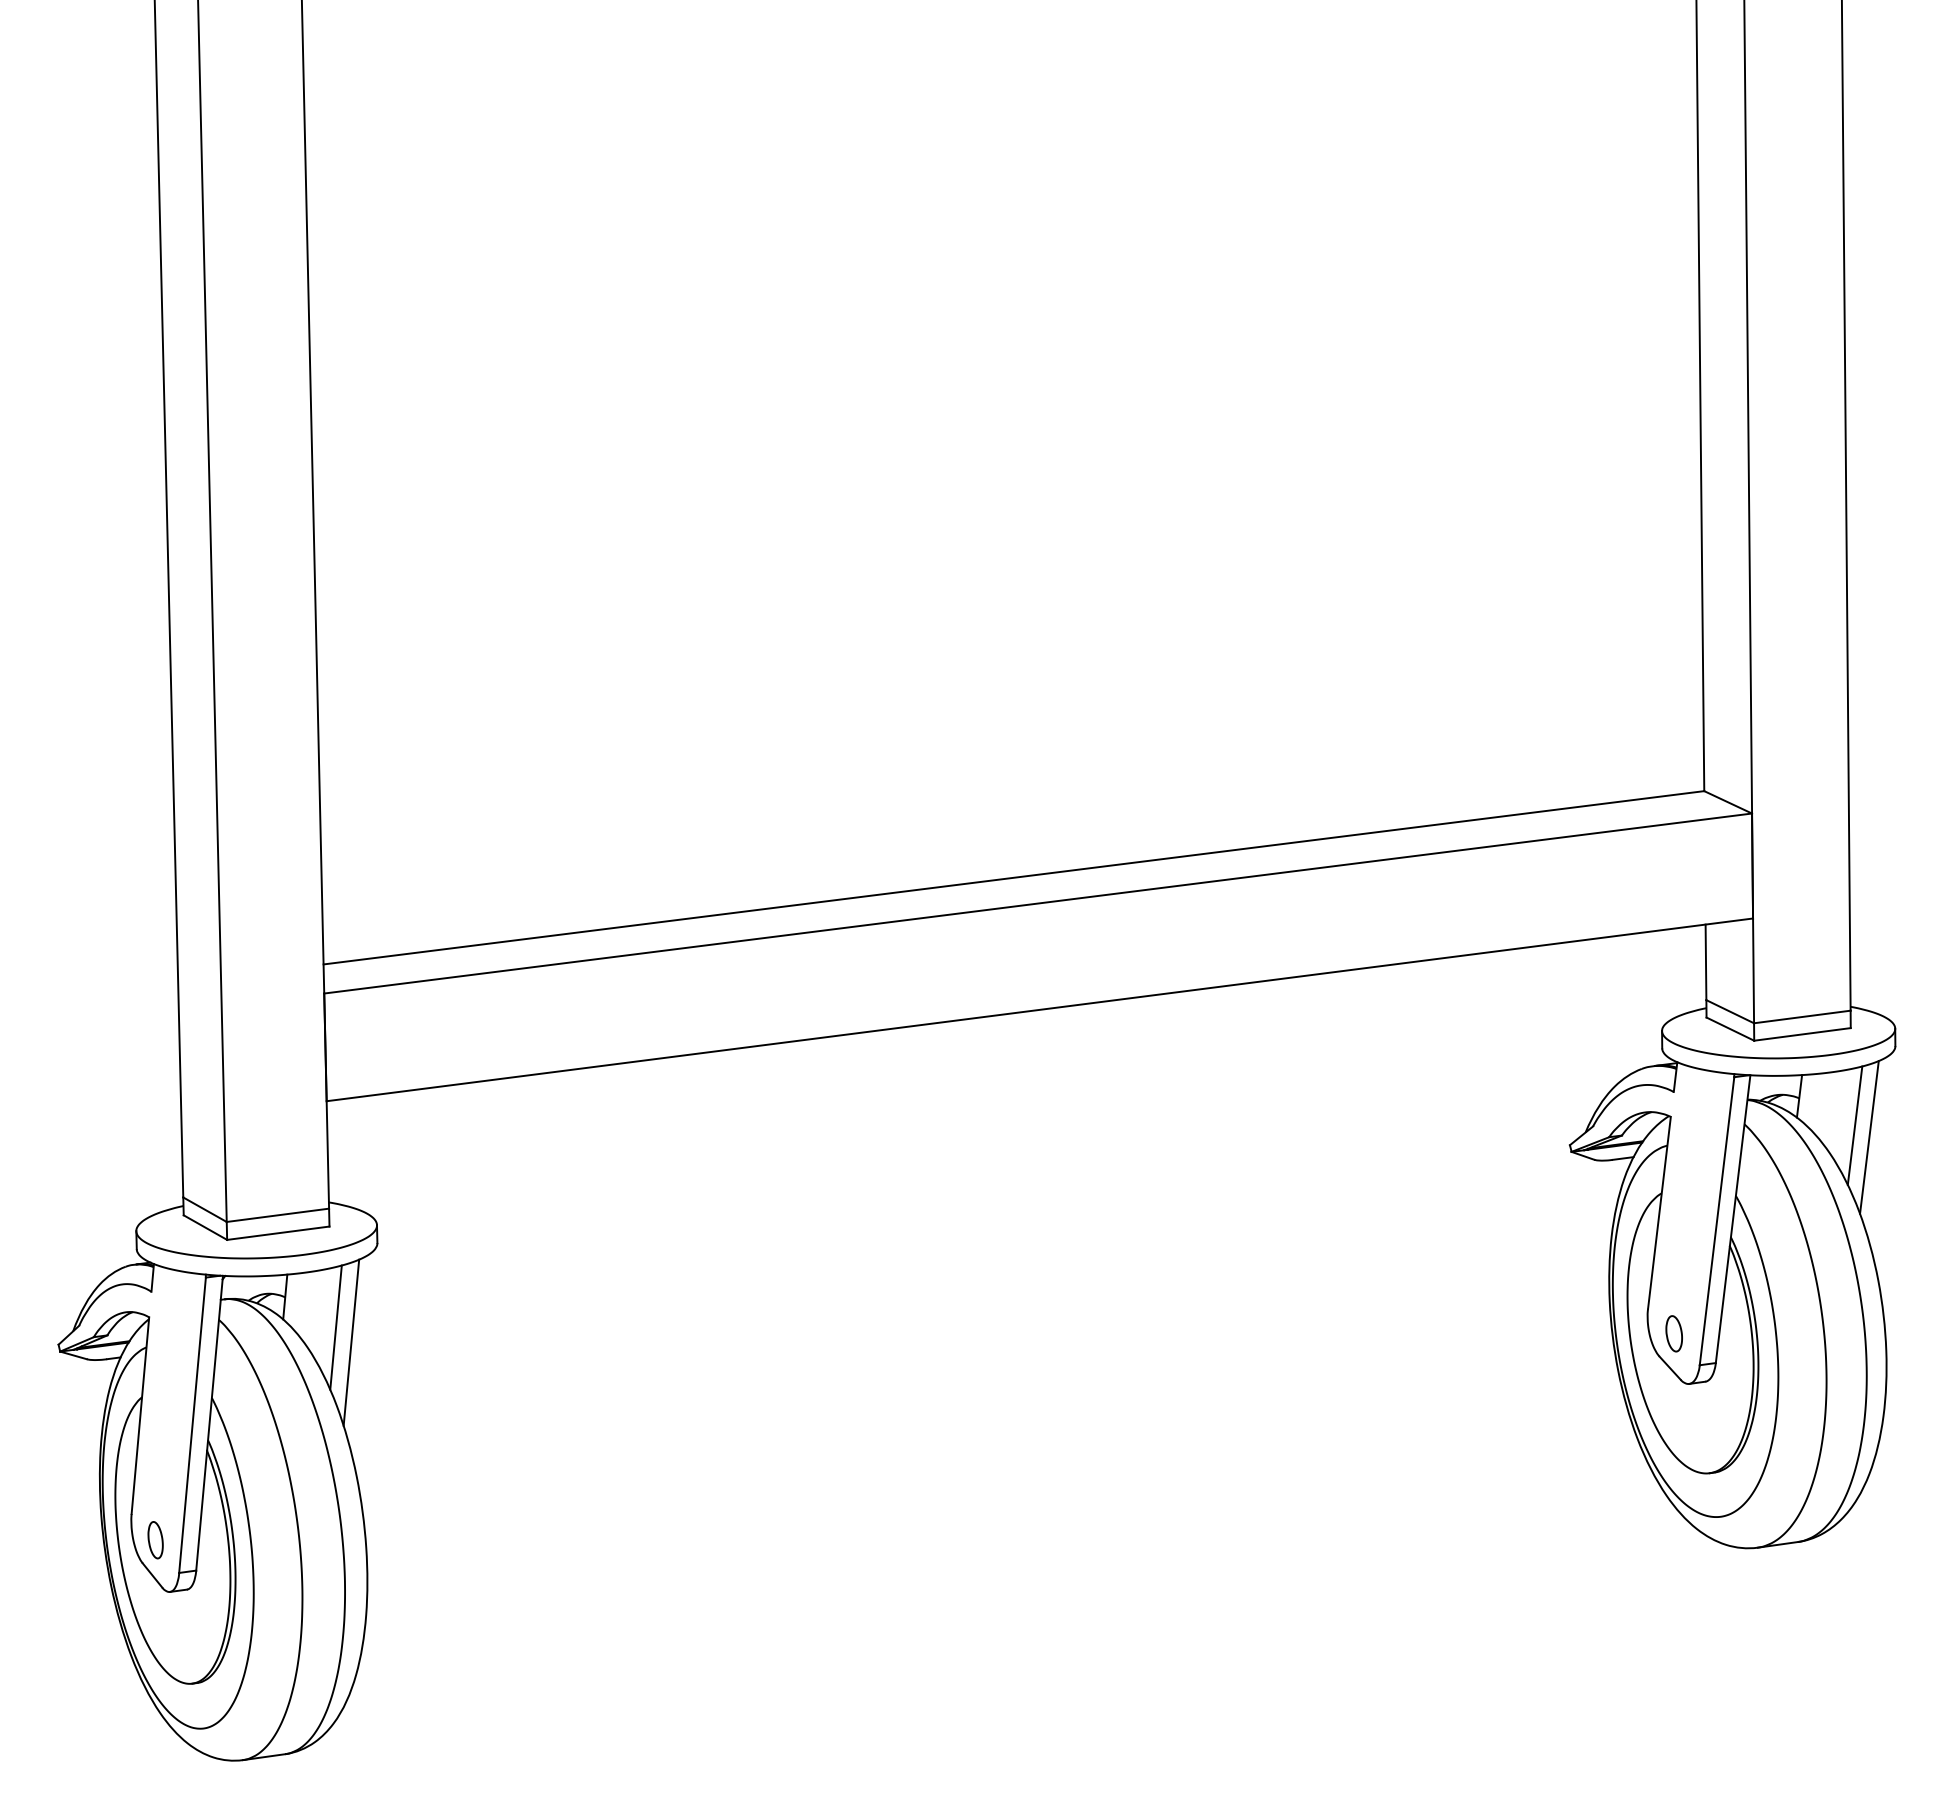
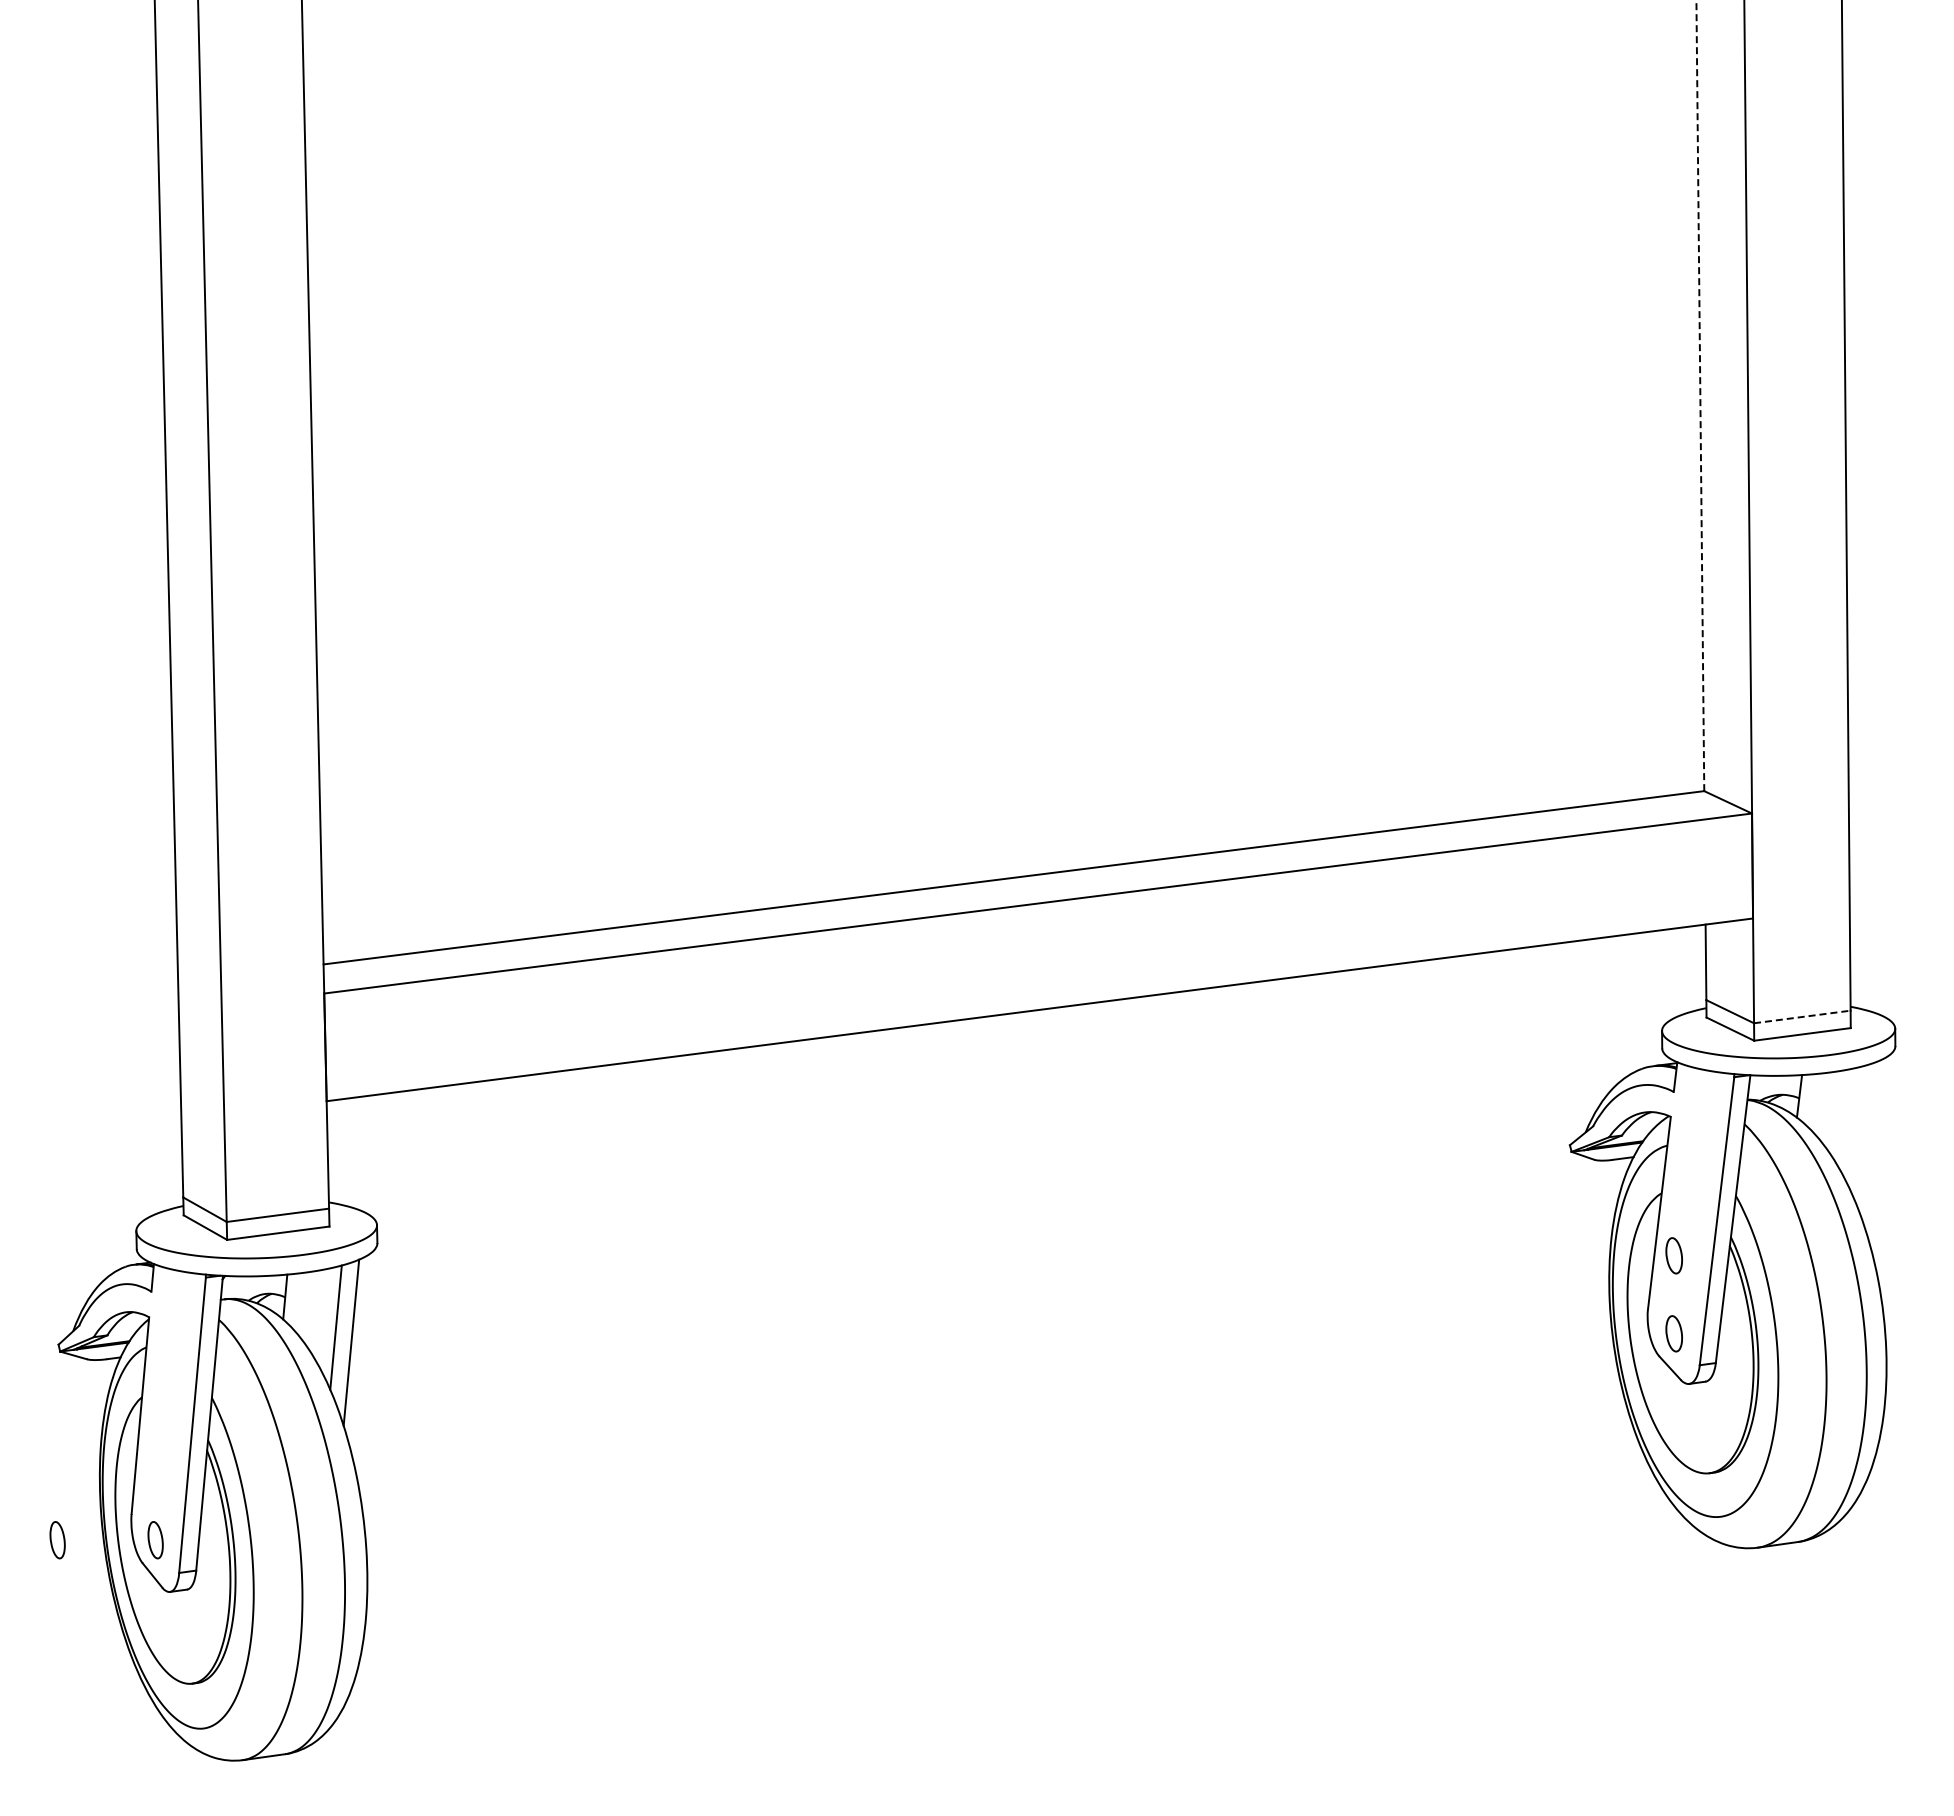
line at (1700, 395): solid -> dashed
line at (1802, 1016): solid -> dashed
line at (1854, 1125): present -> none
line at (1869, 1137): present -> none
part at (1673, 1255): none -> present
part at (57, 1540): none -> present
